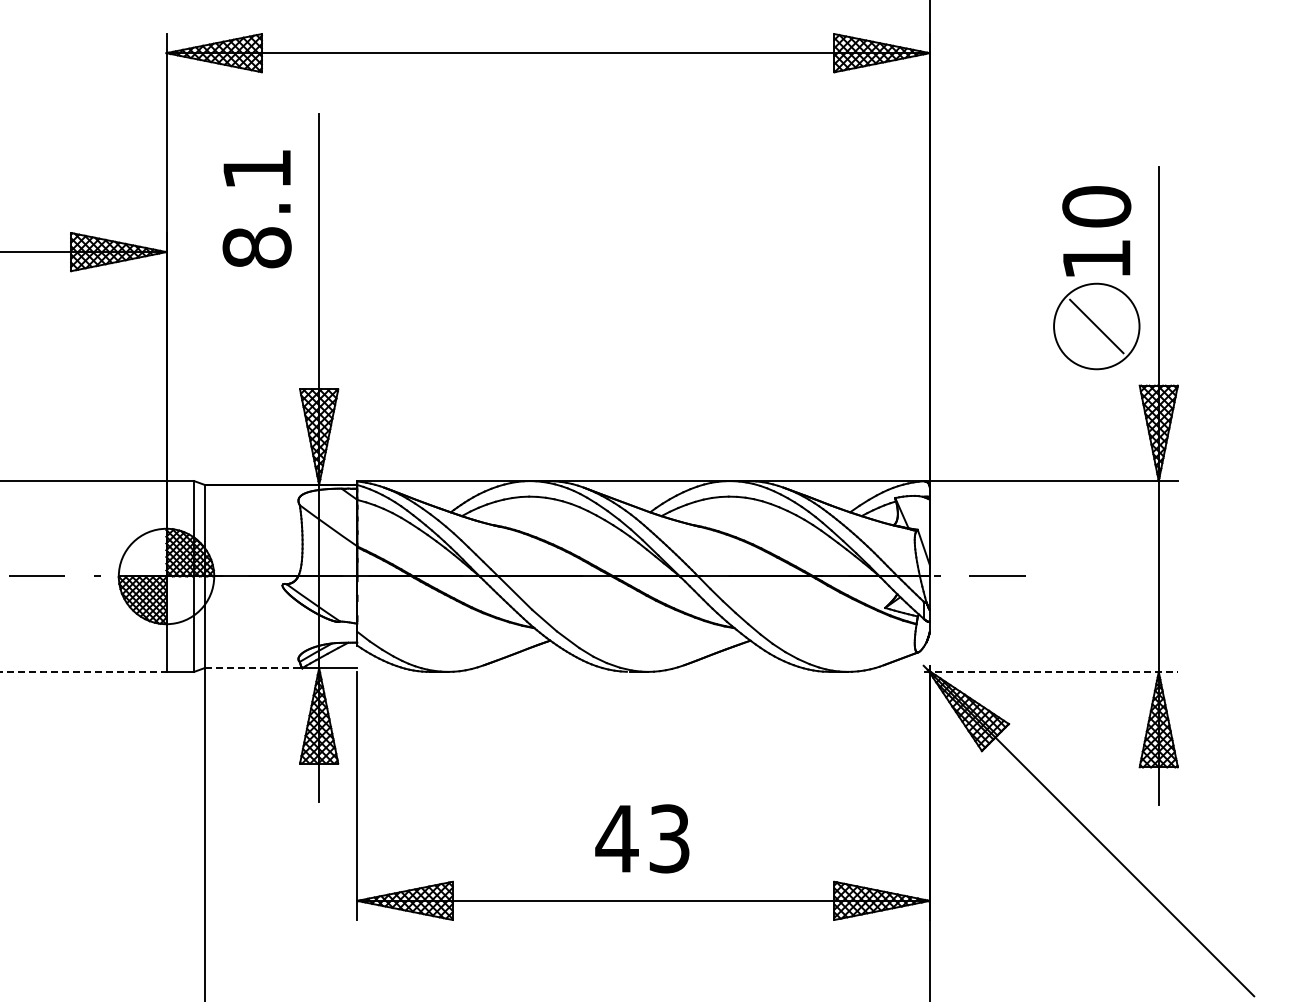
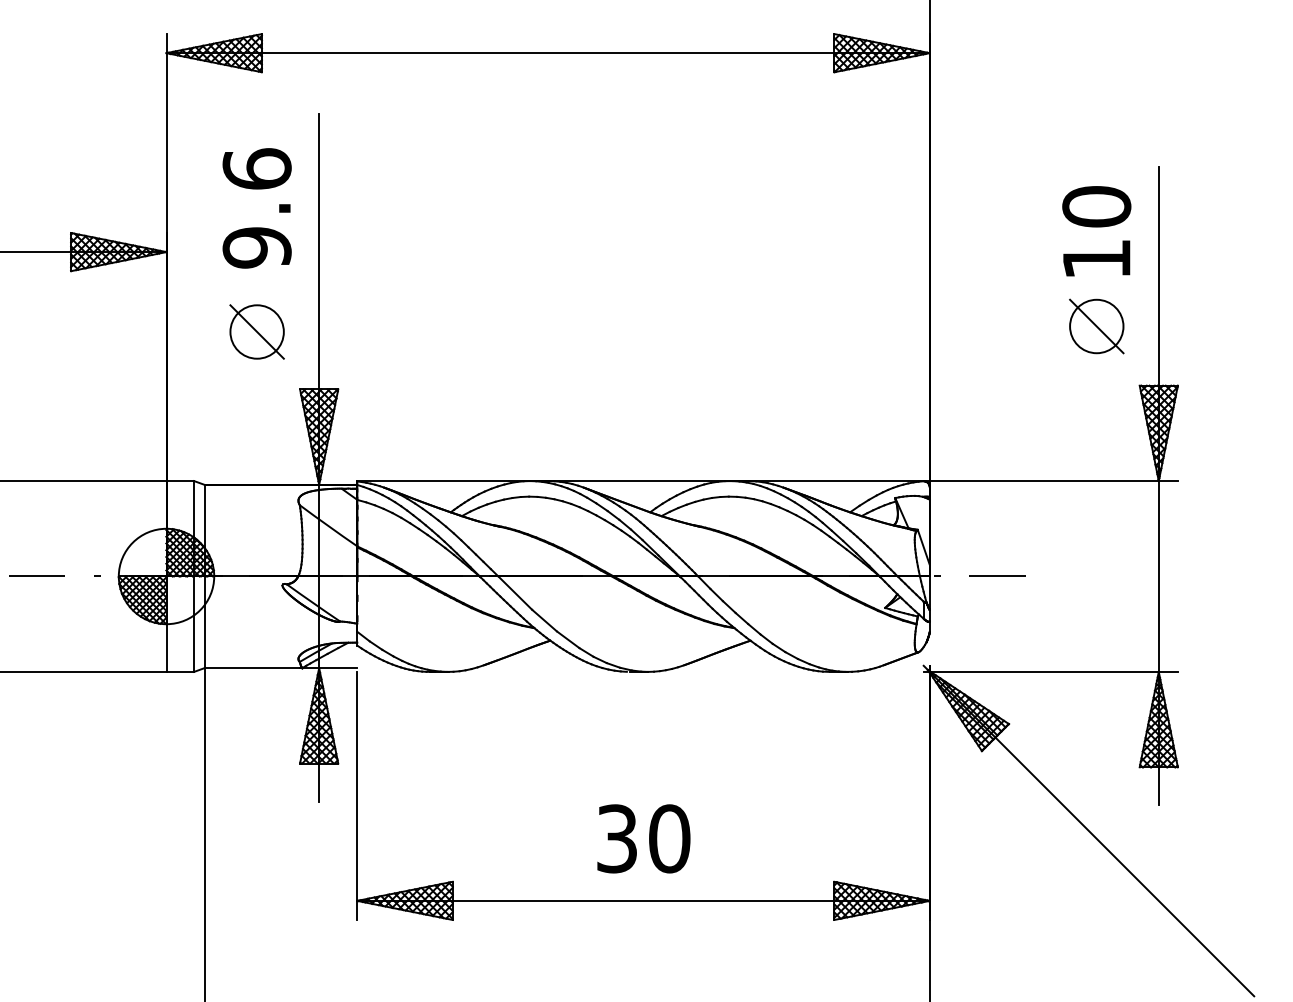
text at (256, 208): 8.1 -> 9.6
circle at (1096, 326) diameter: 85 px -> 53 px
part at (256, 331): none -> present
line at (253, 668): dashed -> solid
line at (83, 671): dashed -> solid
line at (1051, 671): dashed -> solid
text at (642, 838): 43 -> 30
